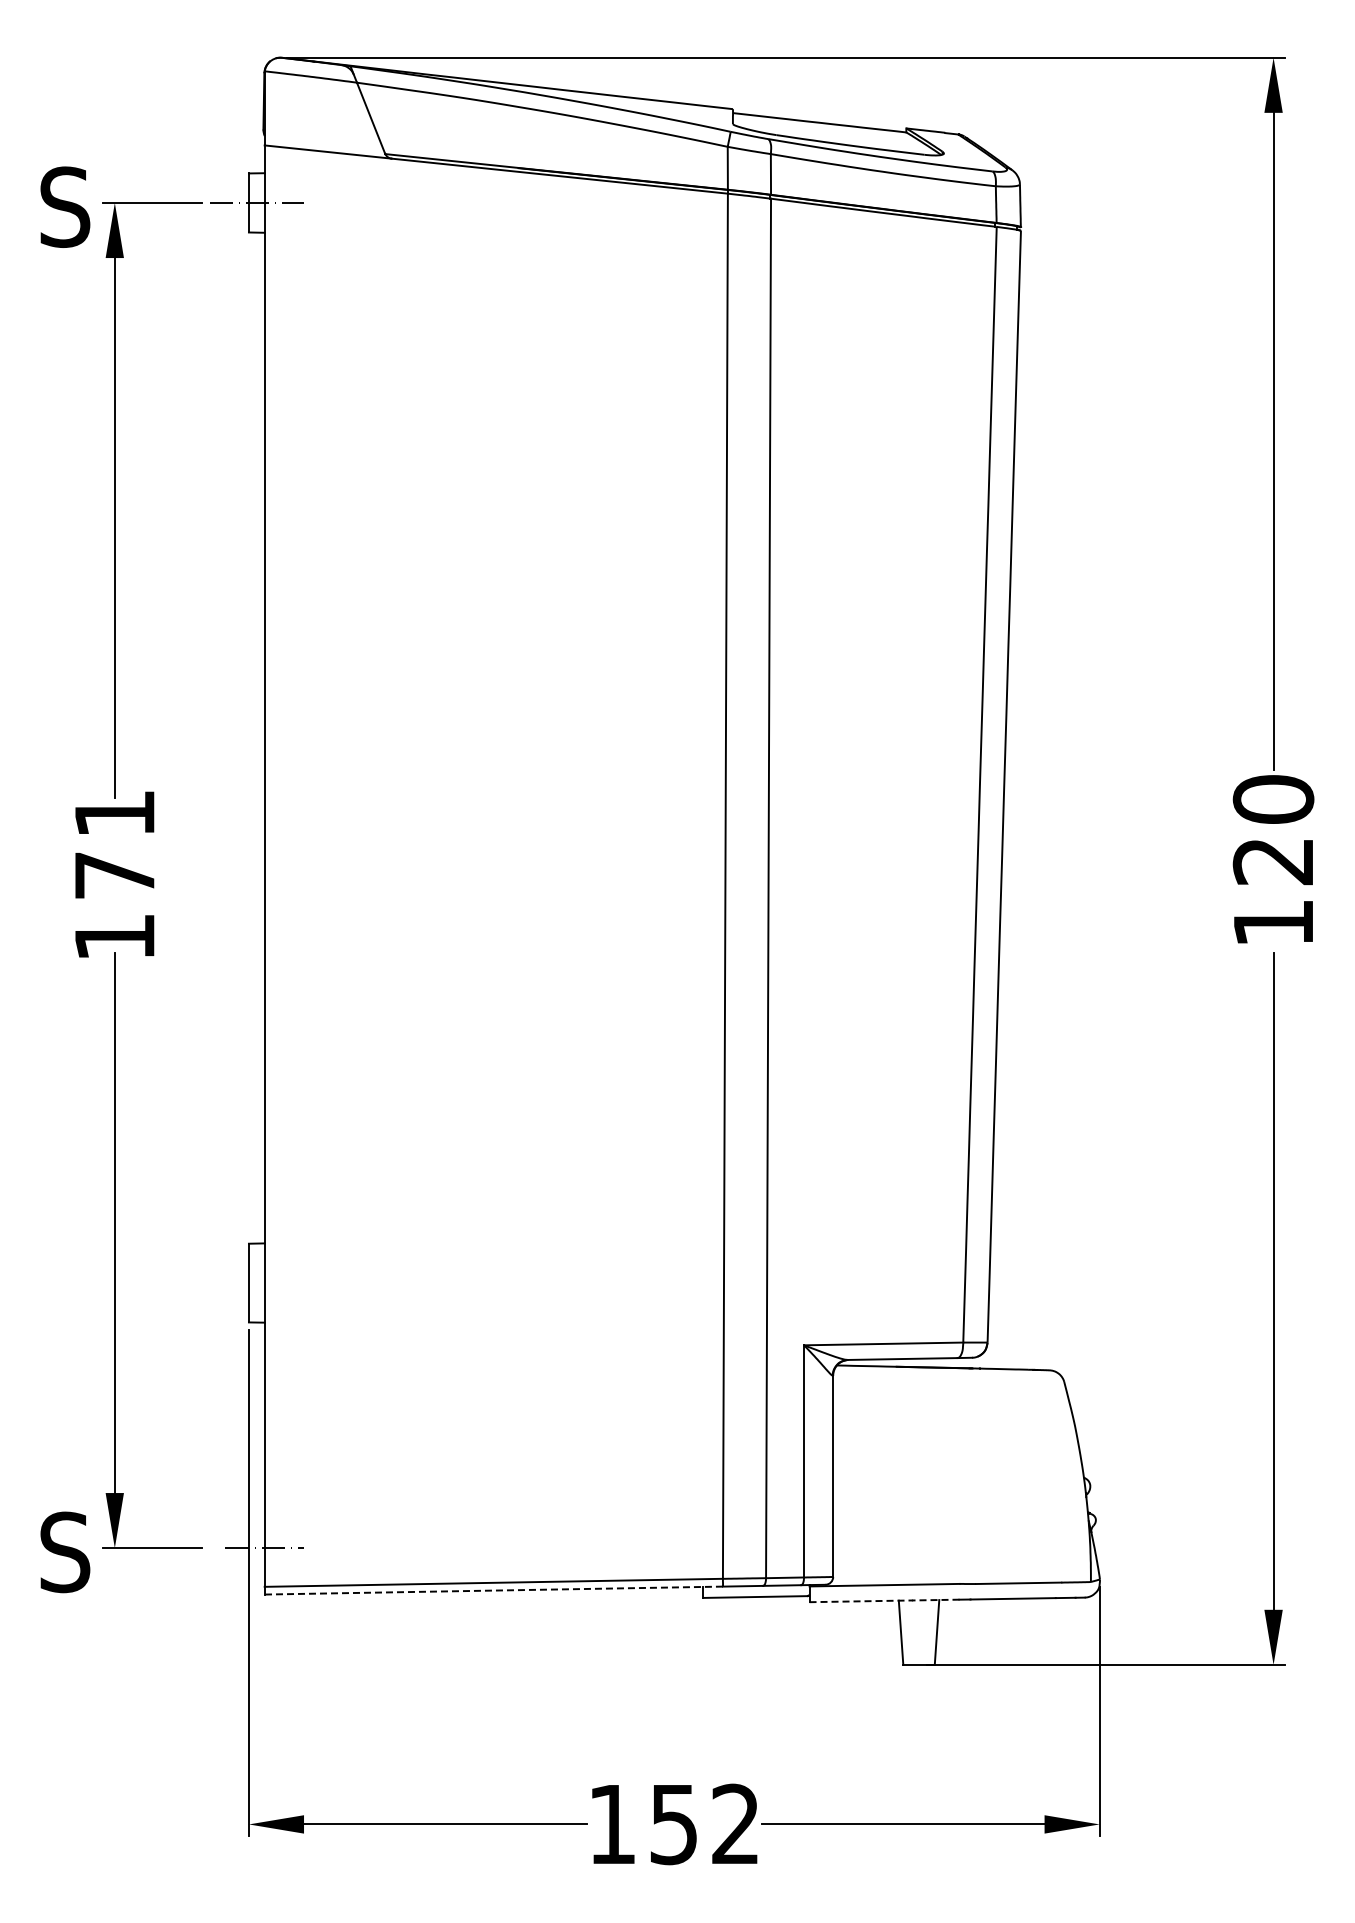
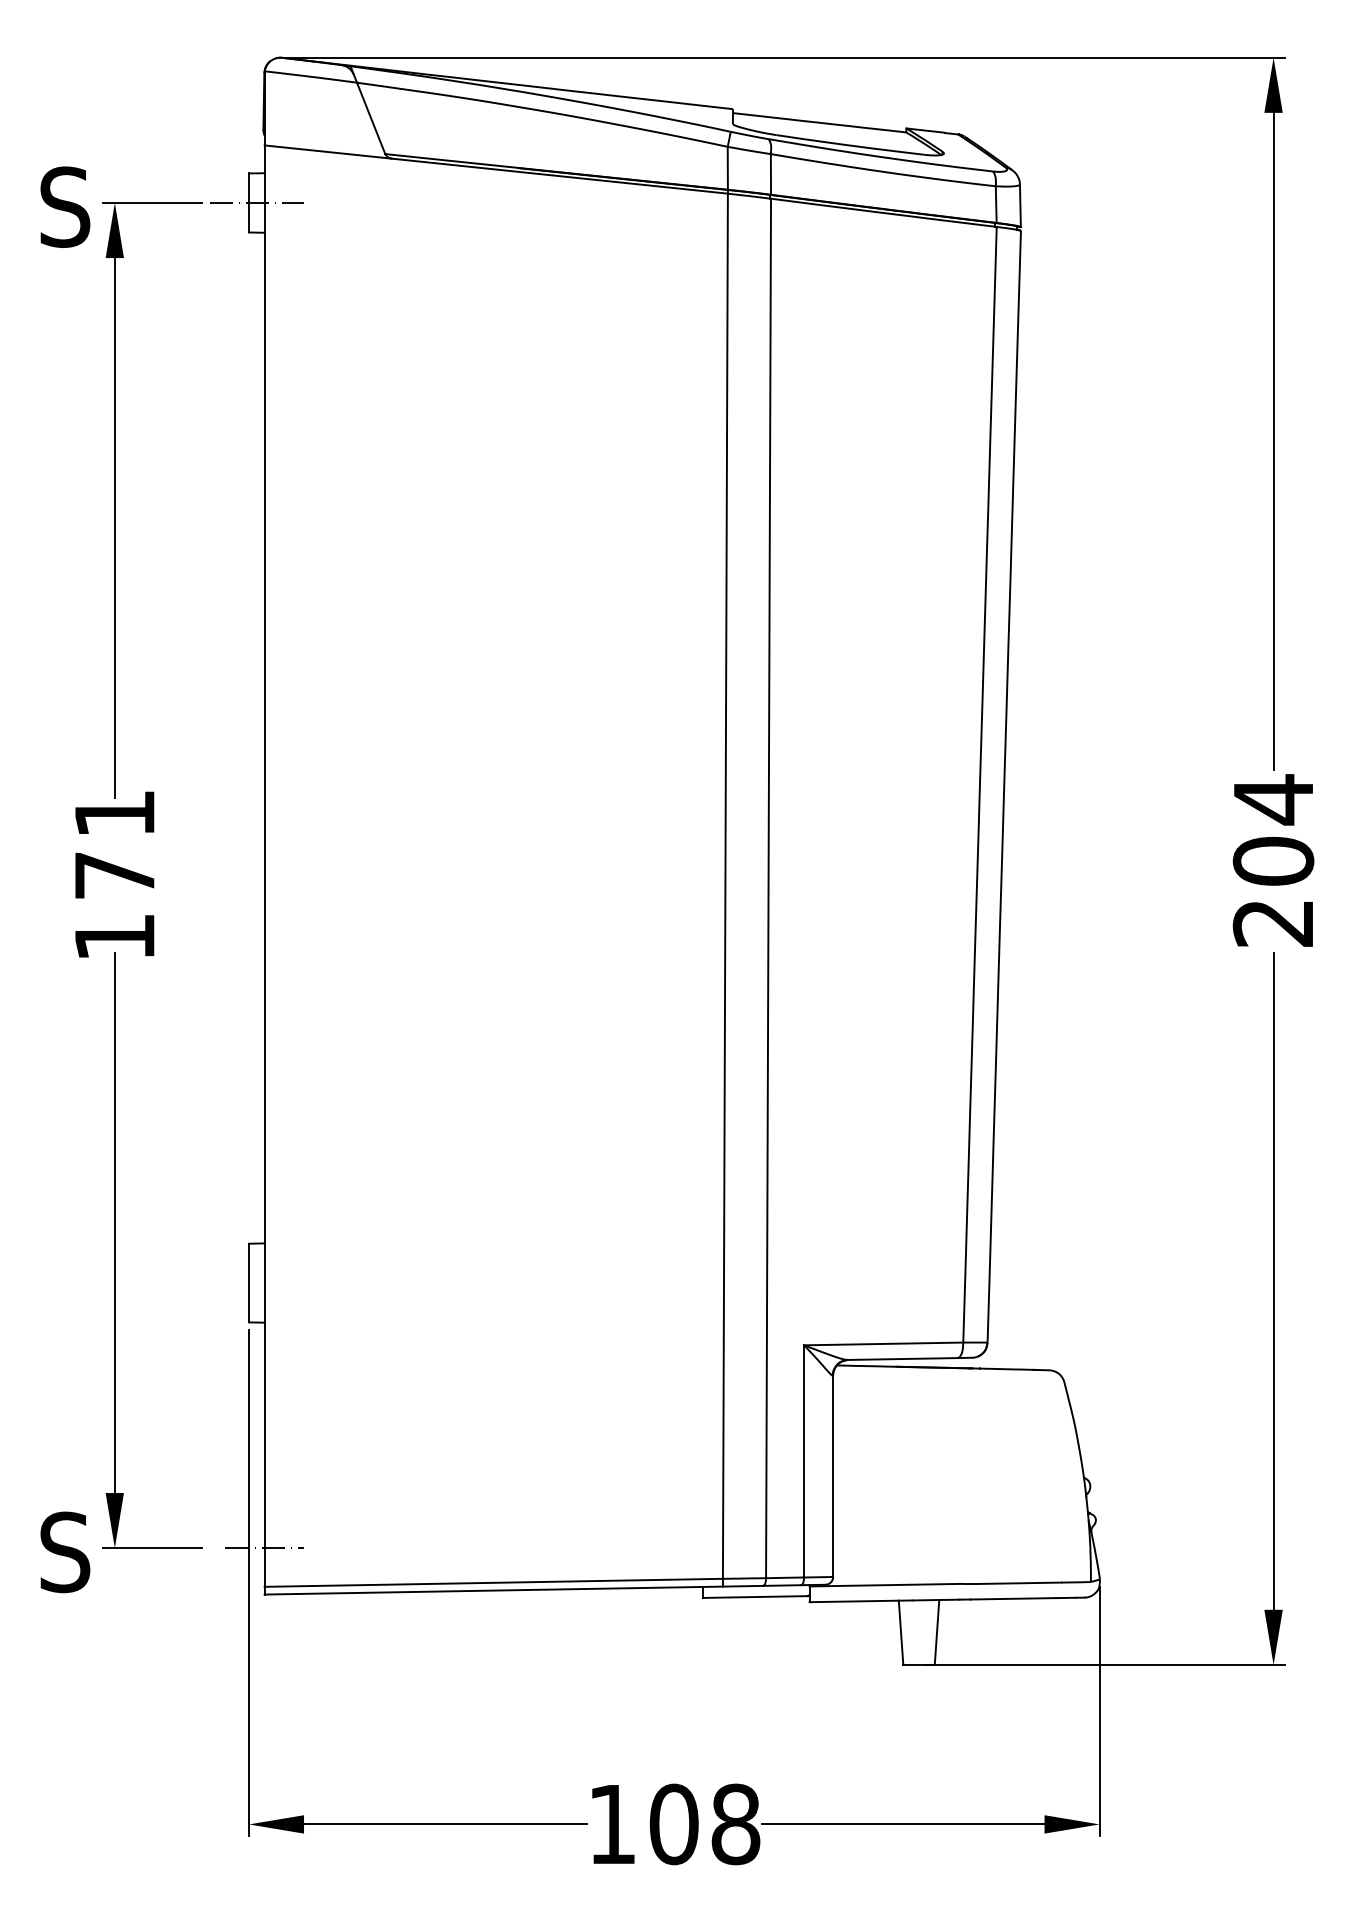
text at (1273, 860): 120 -> 204
line at (493, 1590): dashed -> solid
line at (884, 1600): dashed -> solid
text at (704, 1824): 152 -> 108
